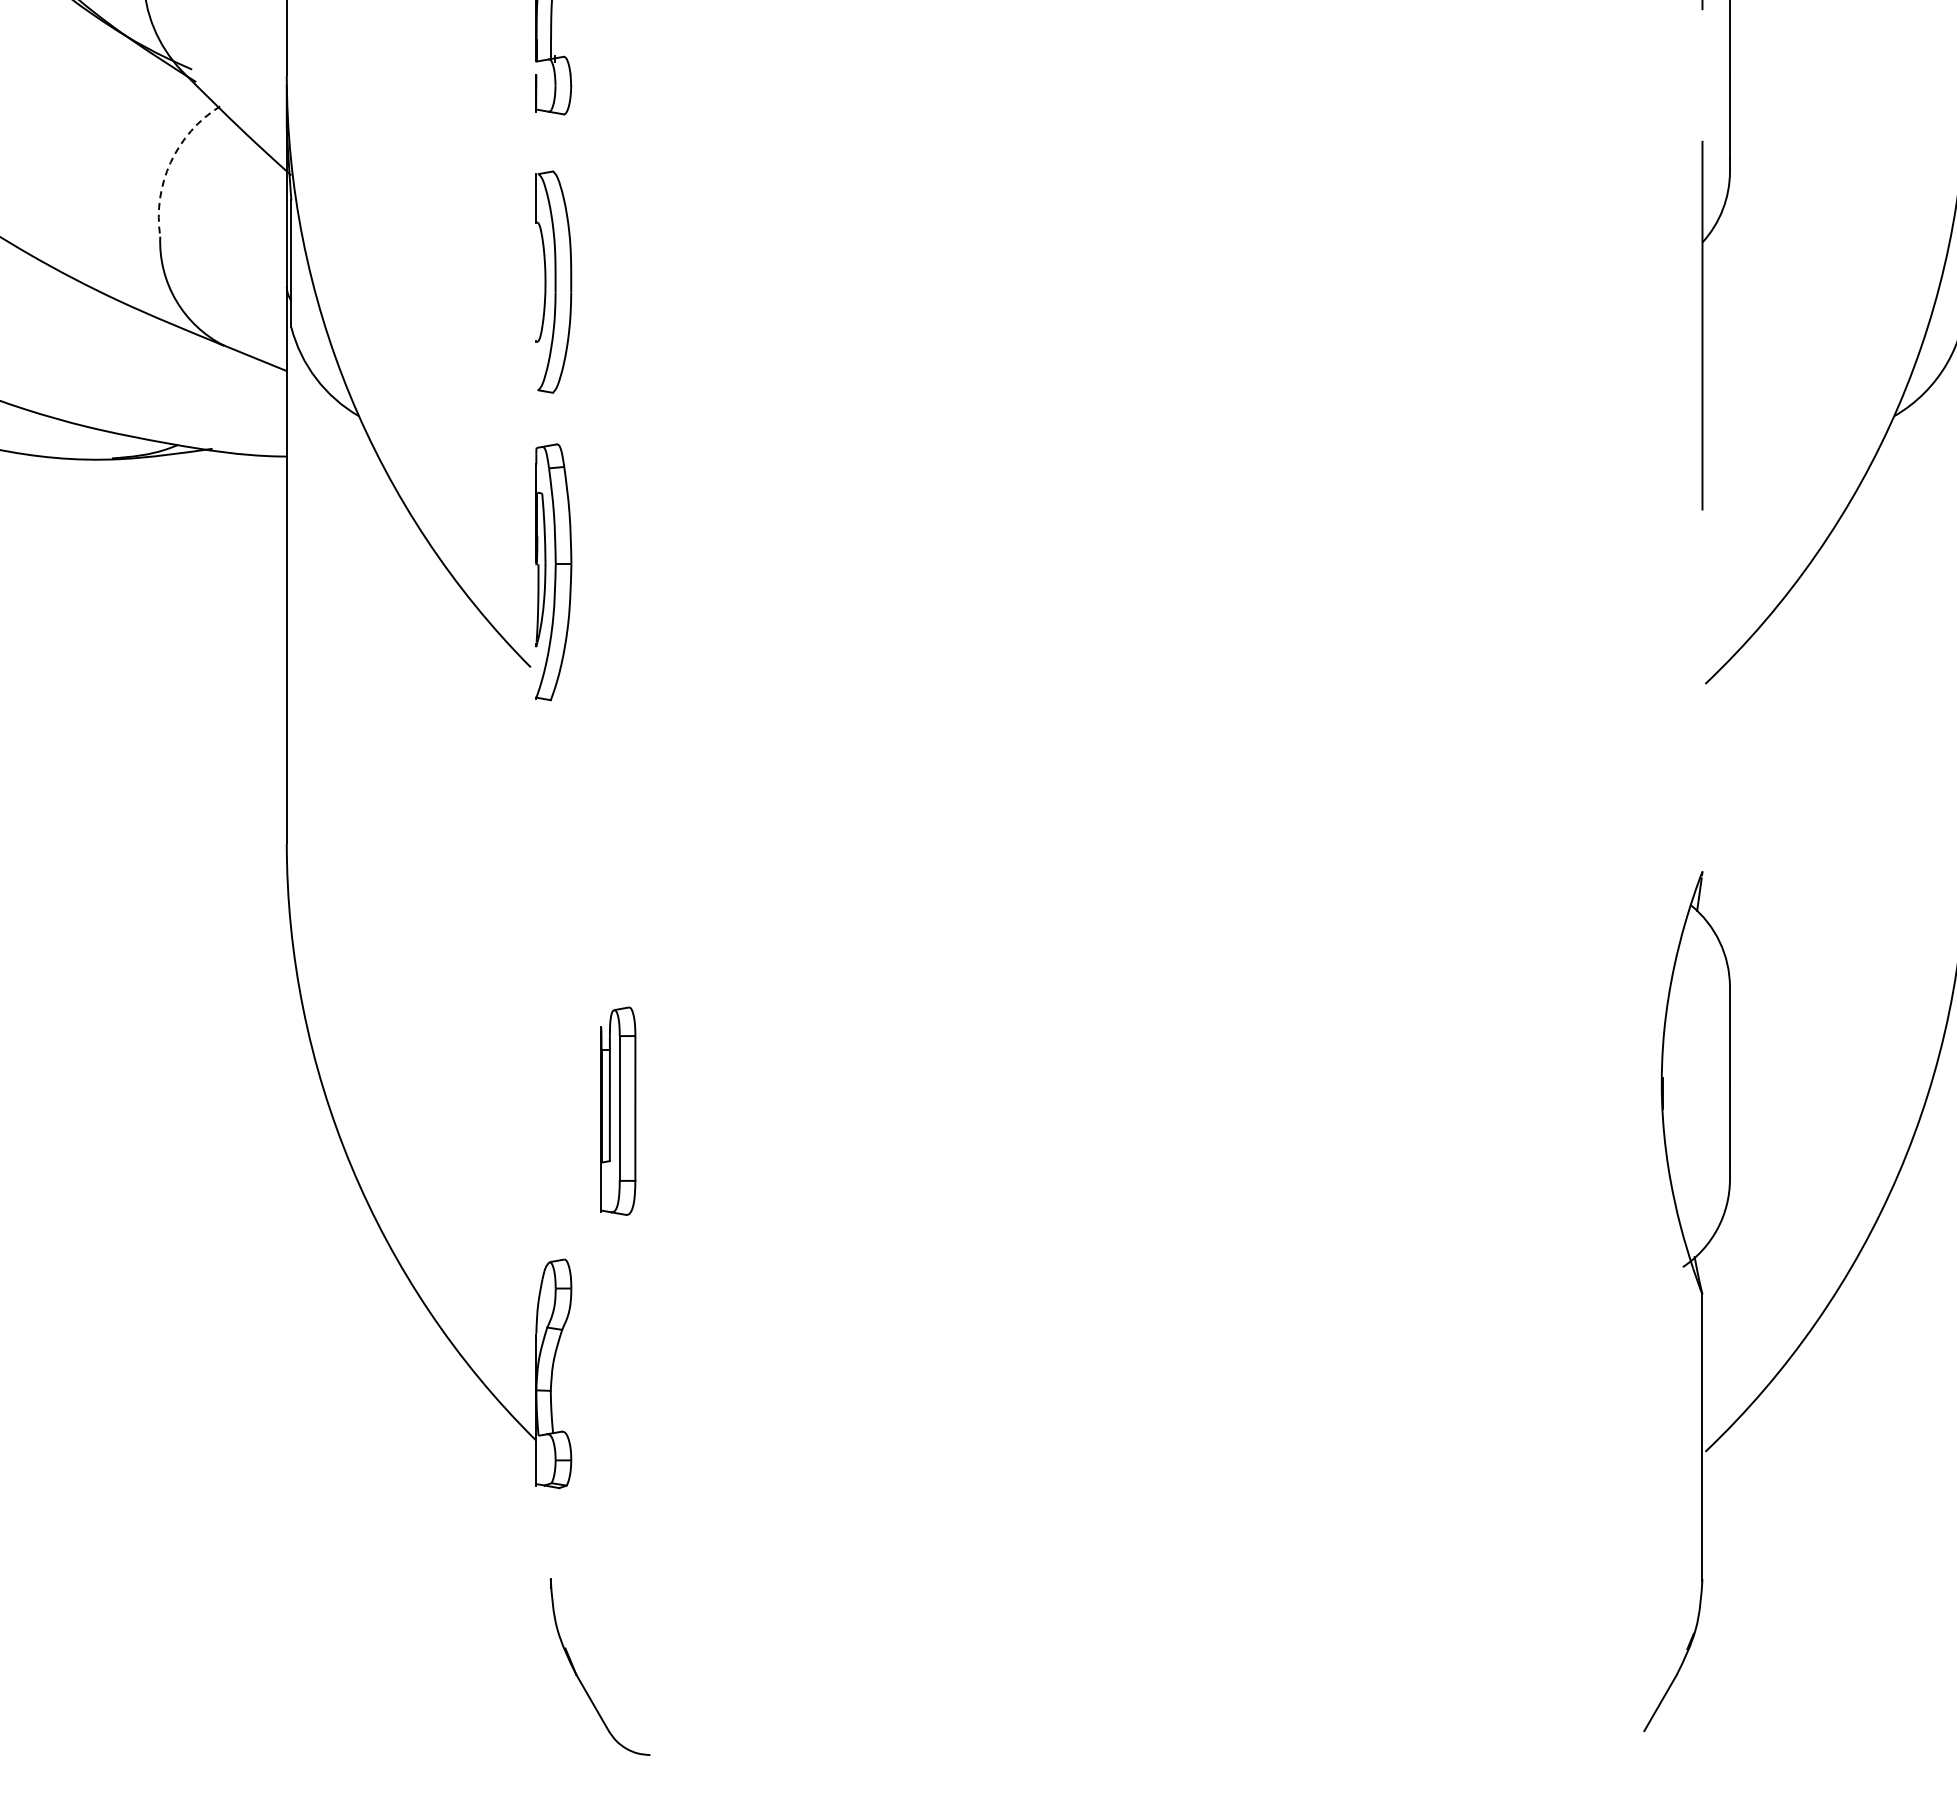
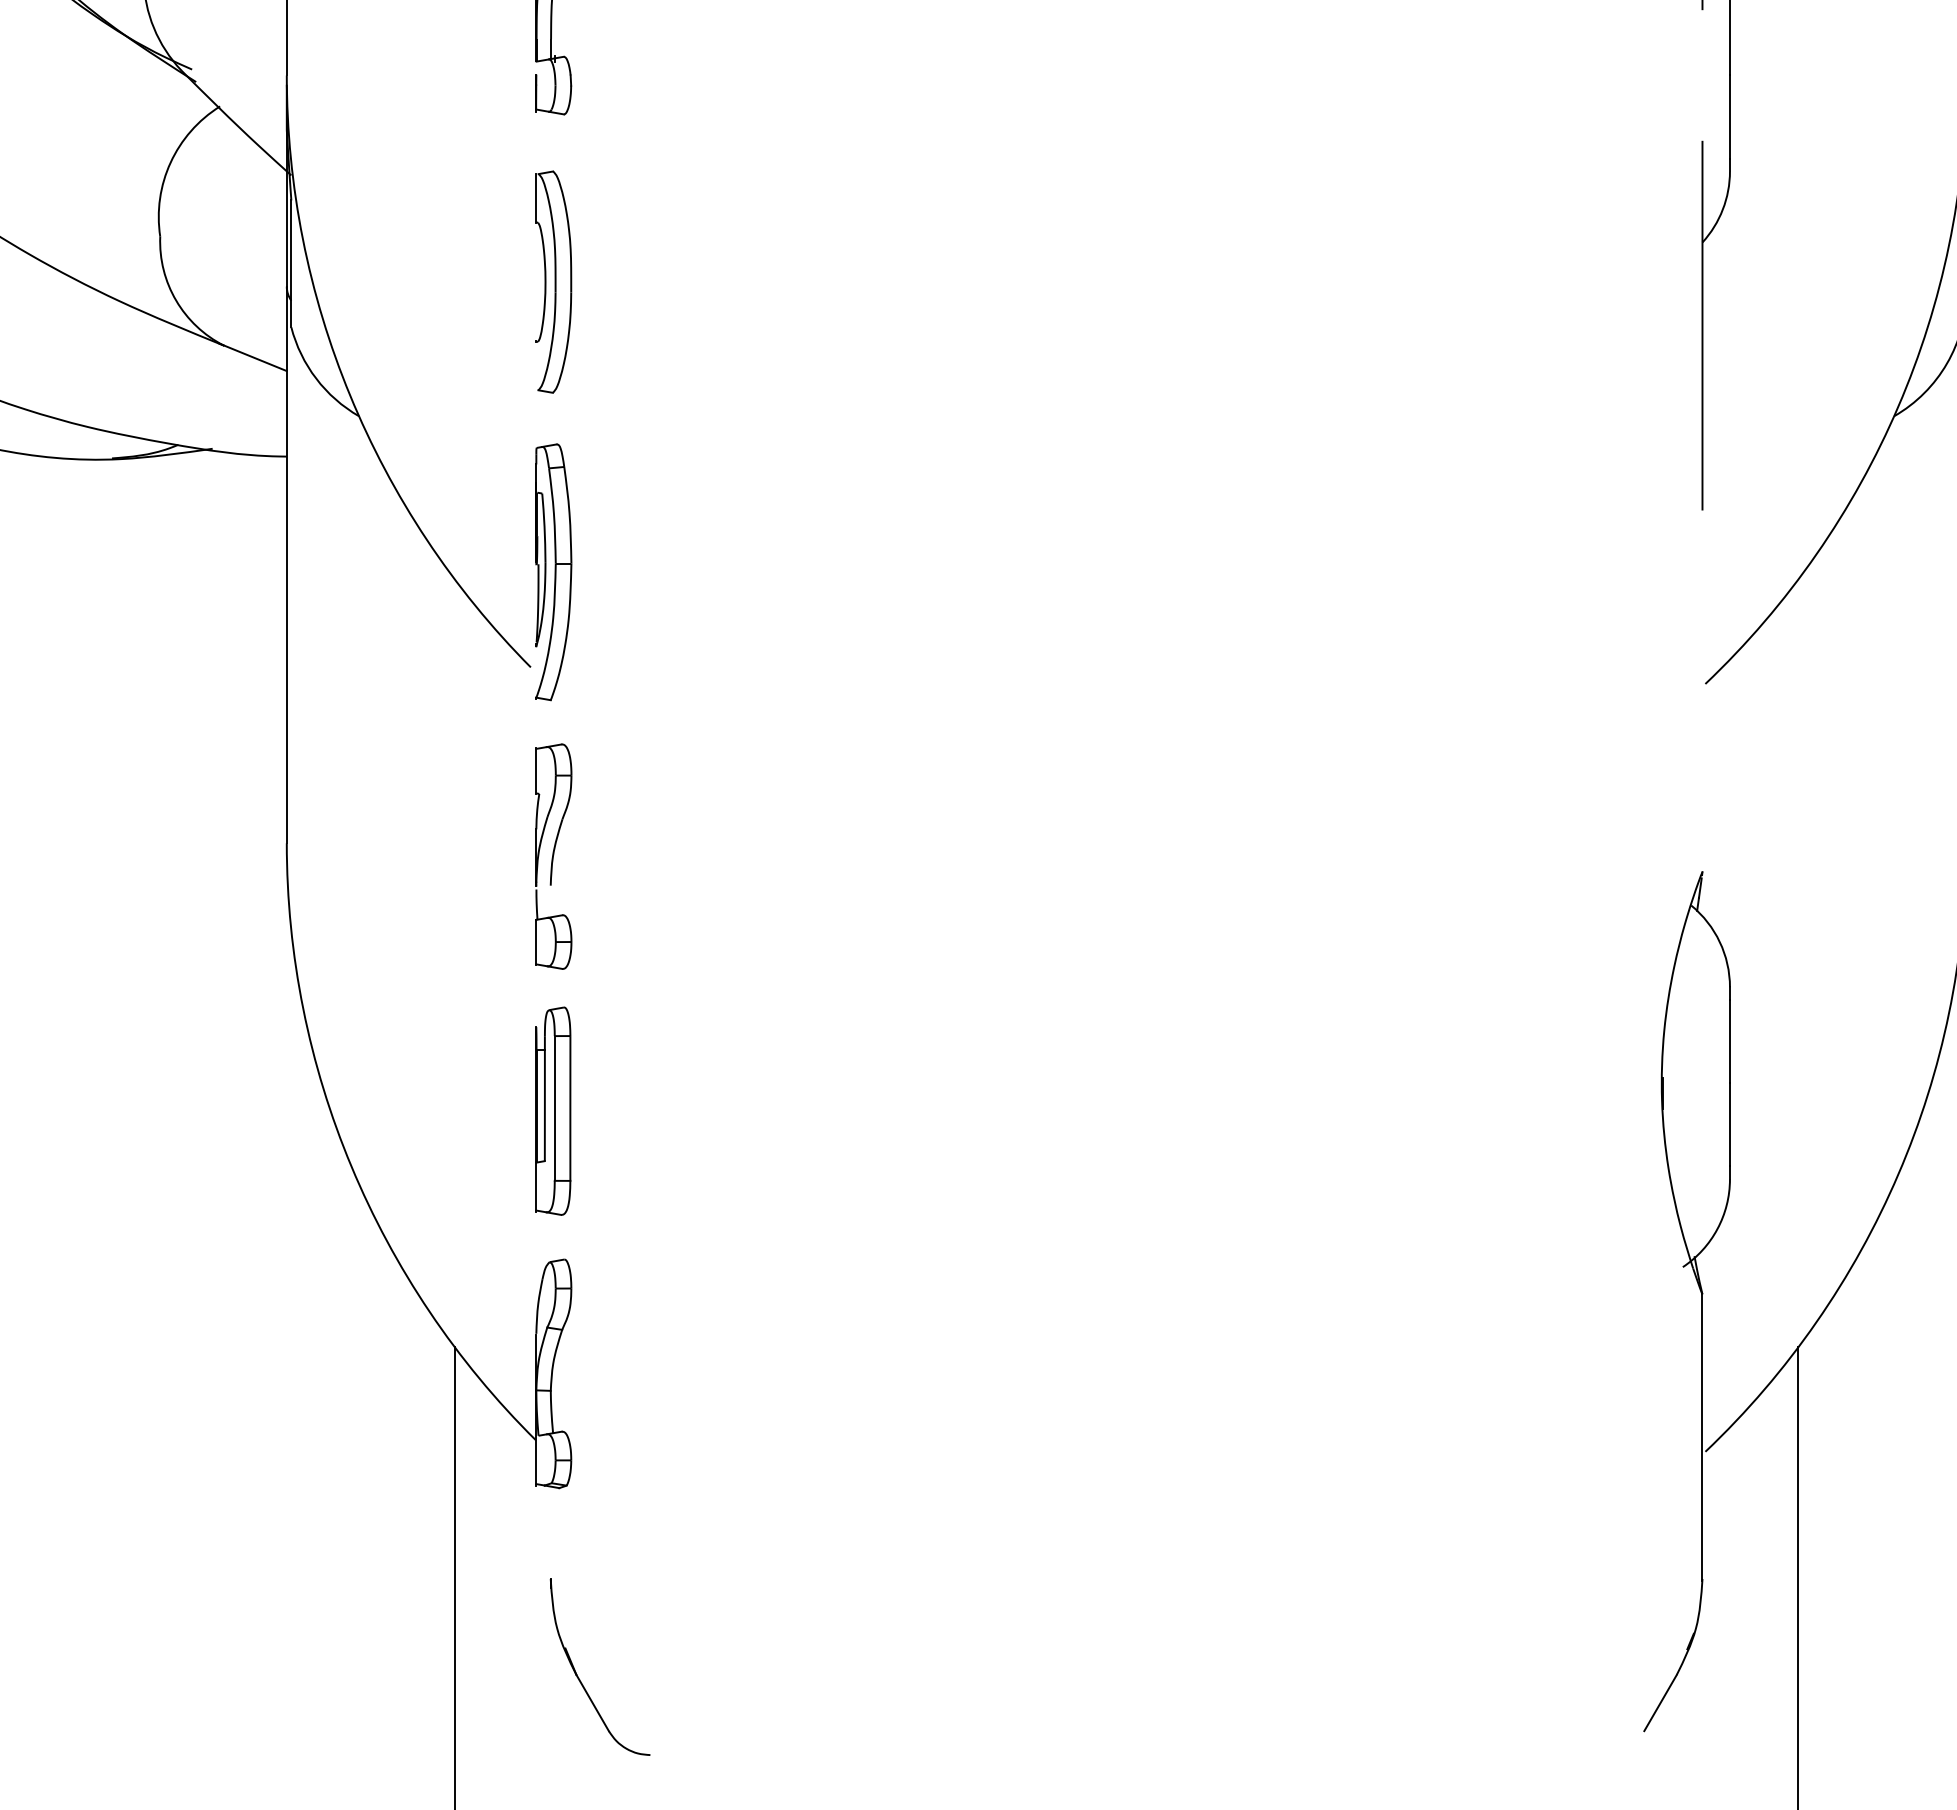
arc at (170, 162): dashed -> solid
part at (553, 856): none -> present
part at (618, 1110) position: (618, 1110) -> (553, 1110)
line at (454, 1576): none -> present
line at (1798, 1576): none -> present
